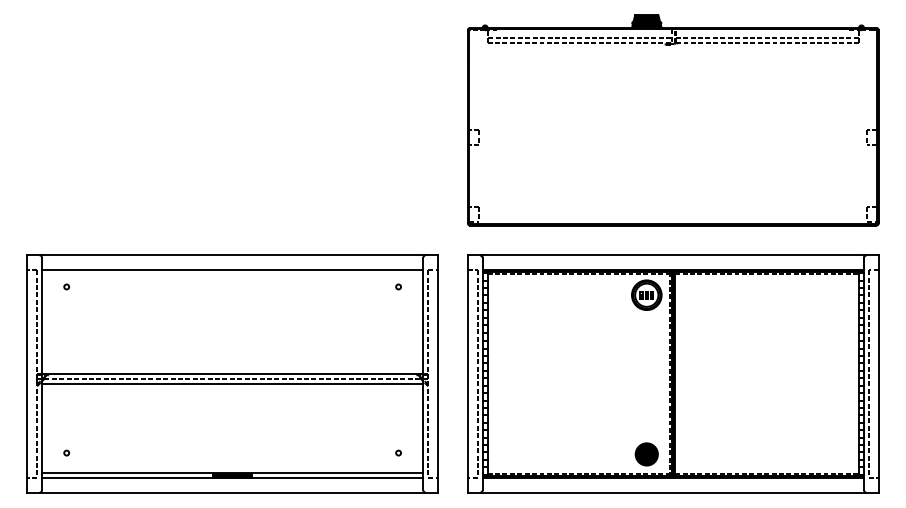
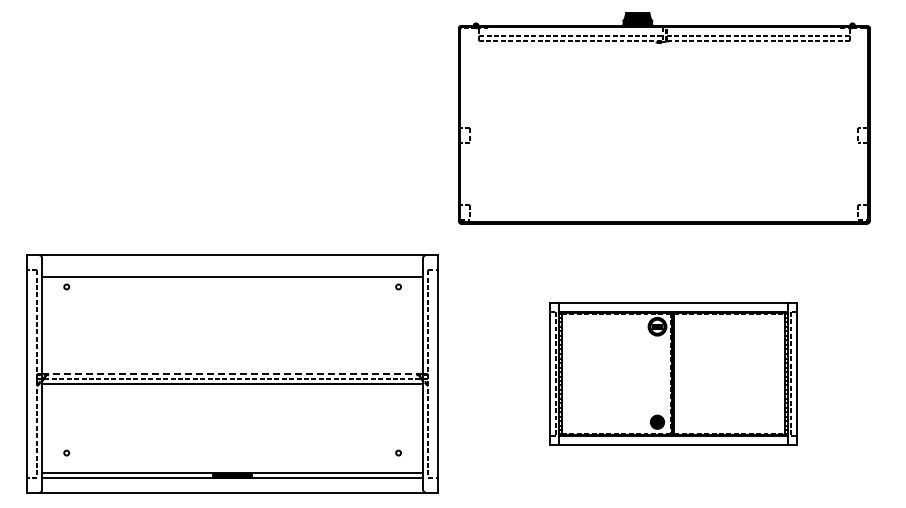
part at (673, 120) position: (673, 120) -> (664, 118)
line at (232, 270) position: (232, 270) -> (232, 277)
line at (232, 373): solid -> dashed
part at (673, 373) size: 413x240 px -> 249x144 px
